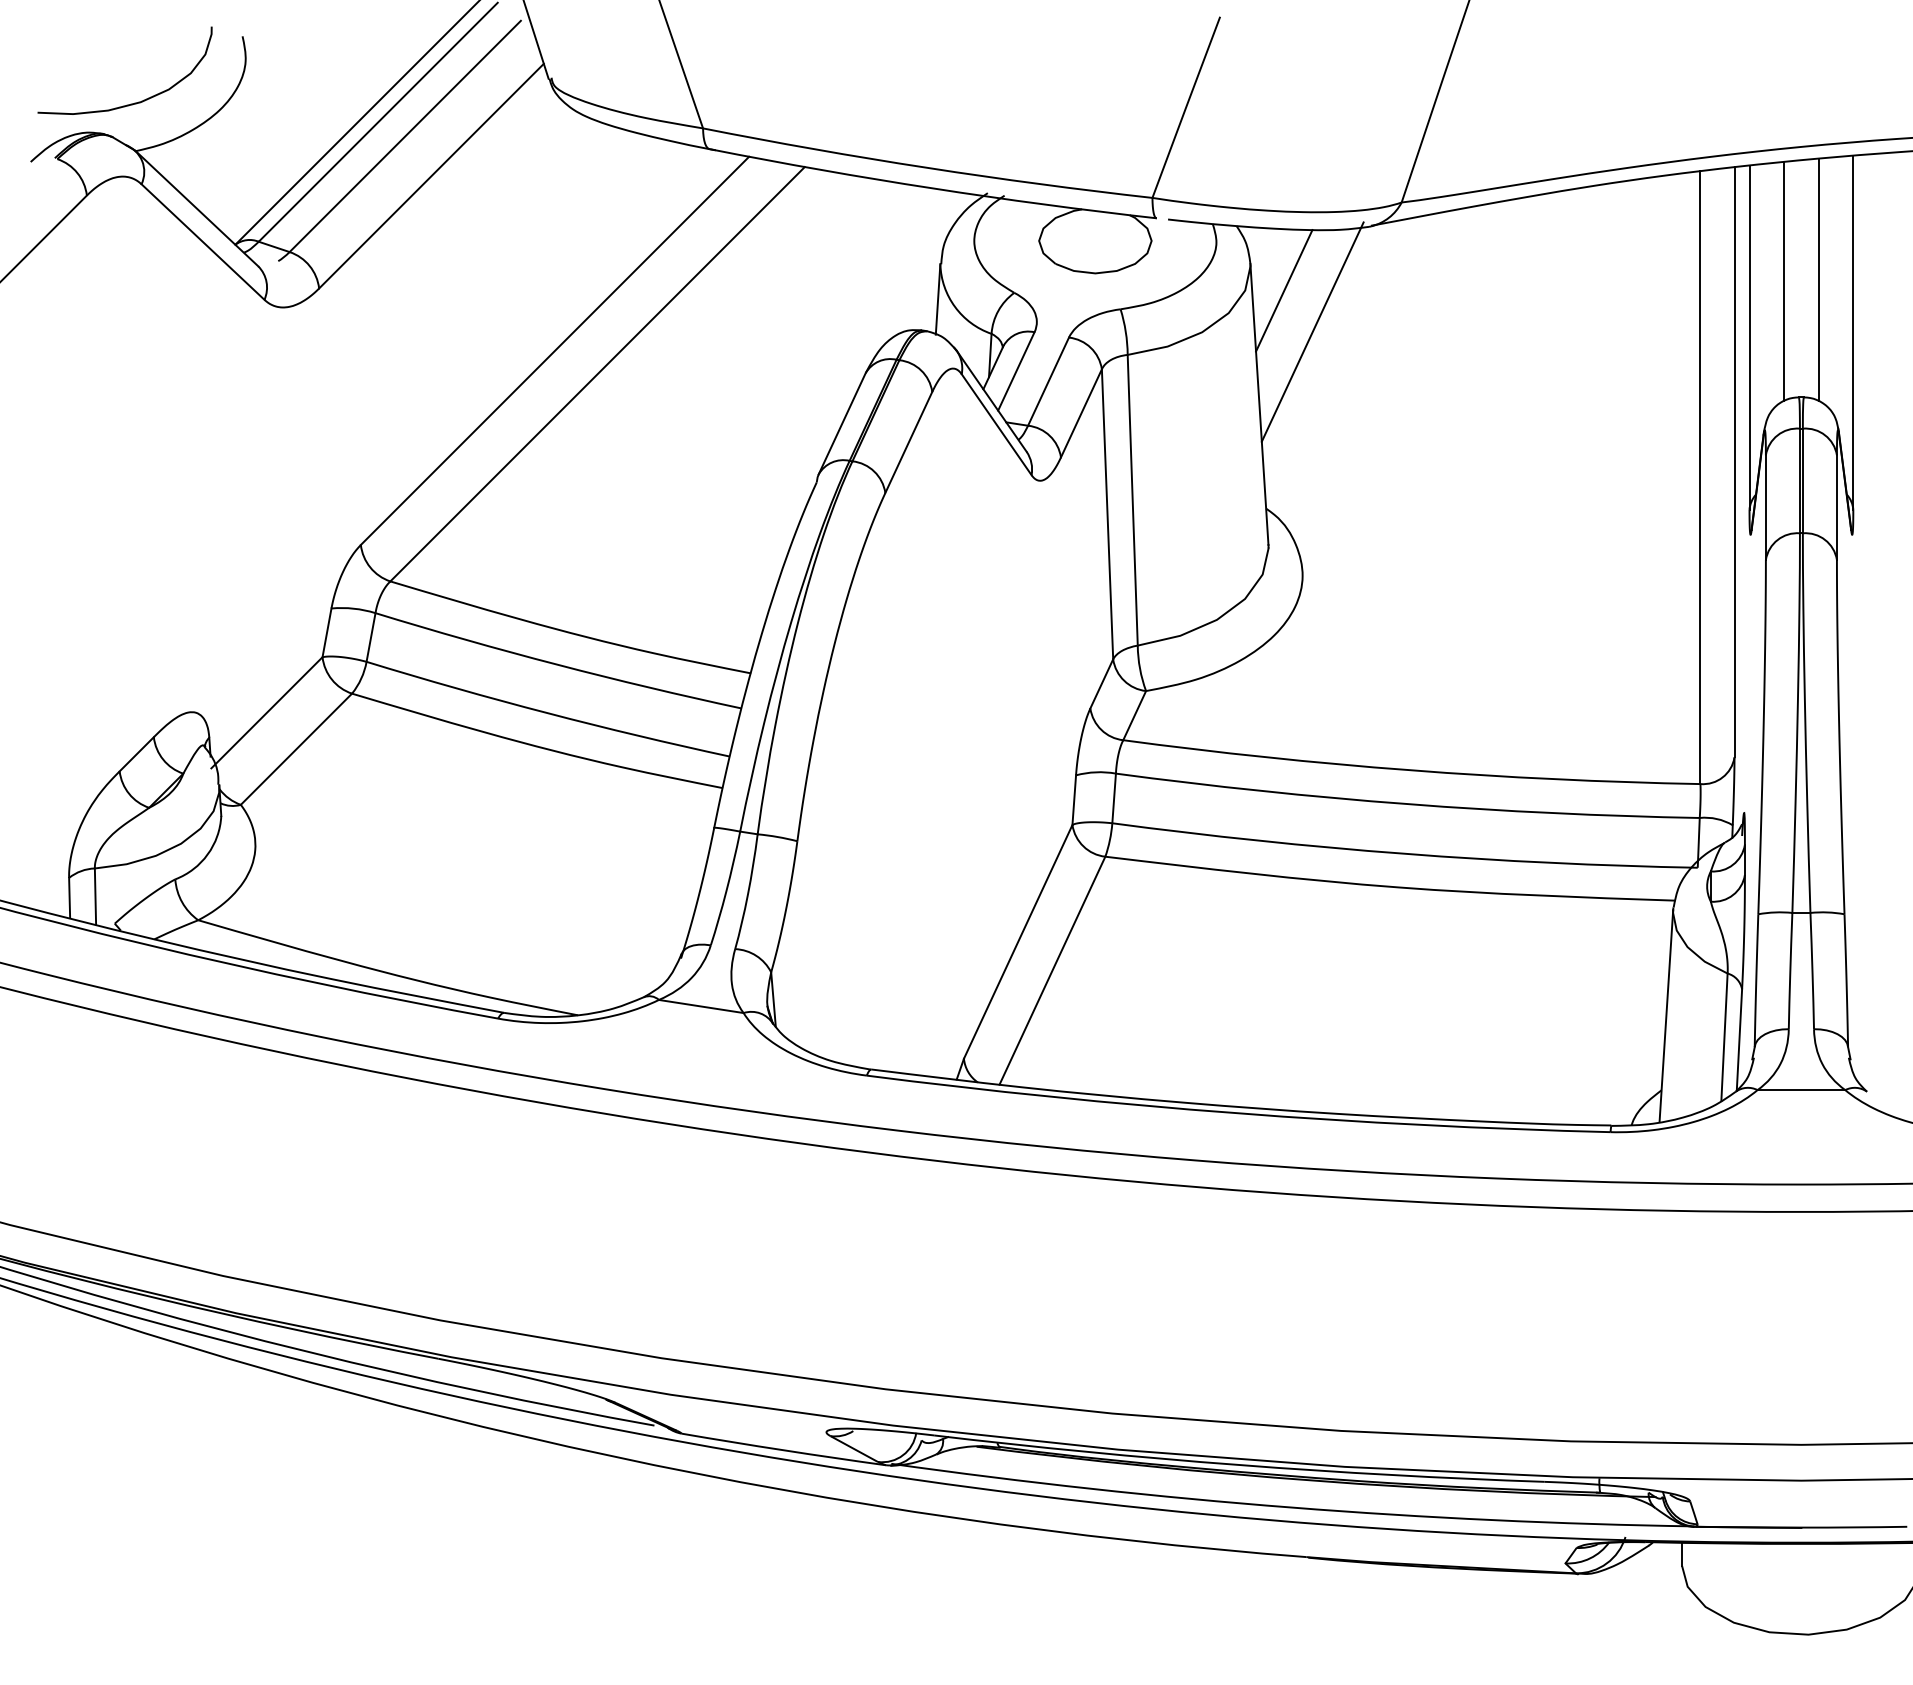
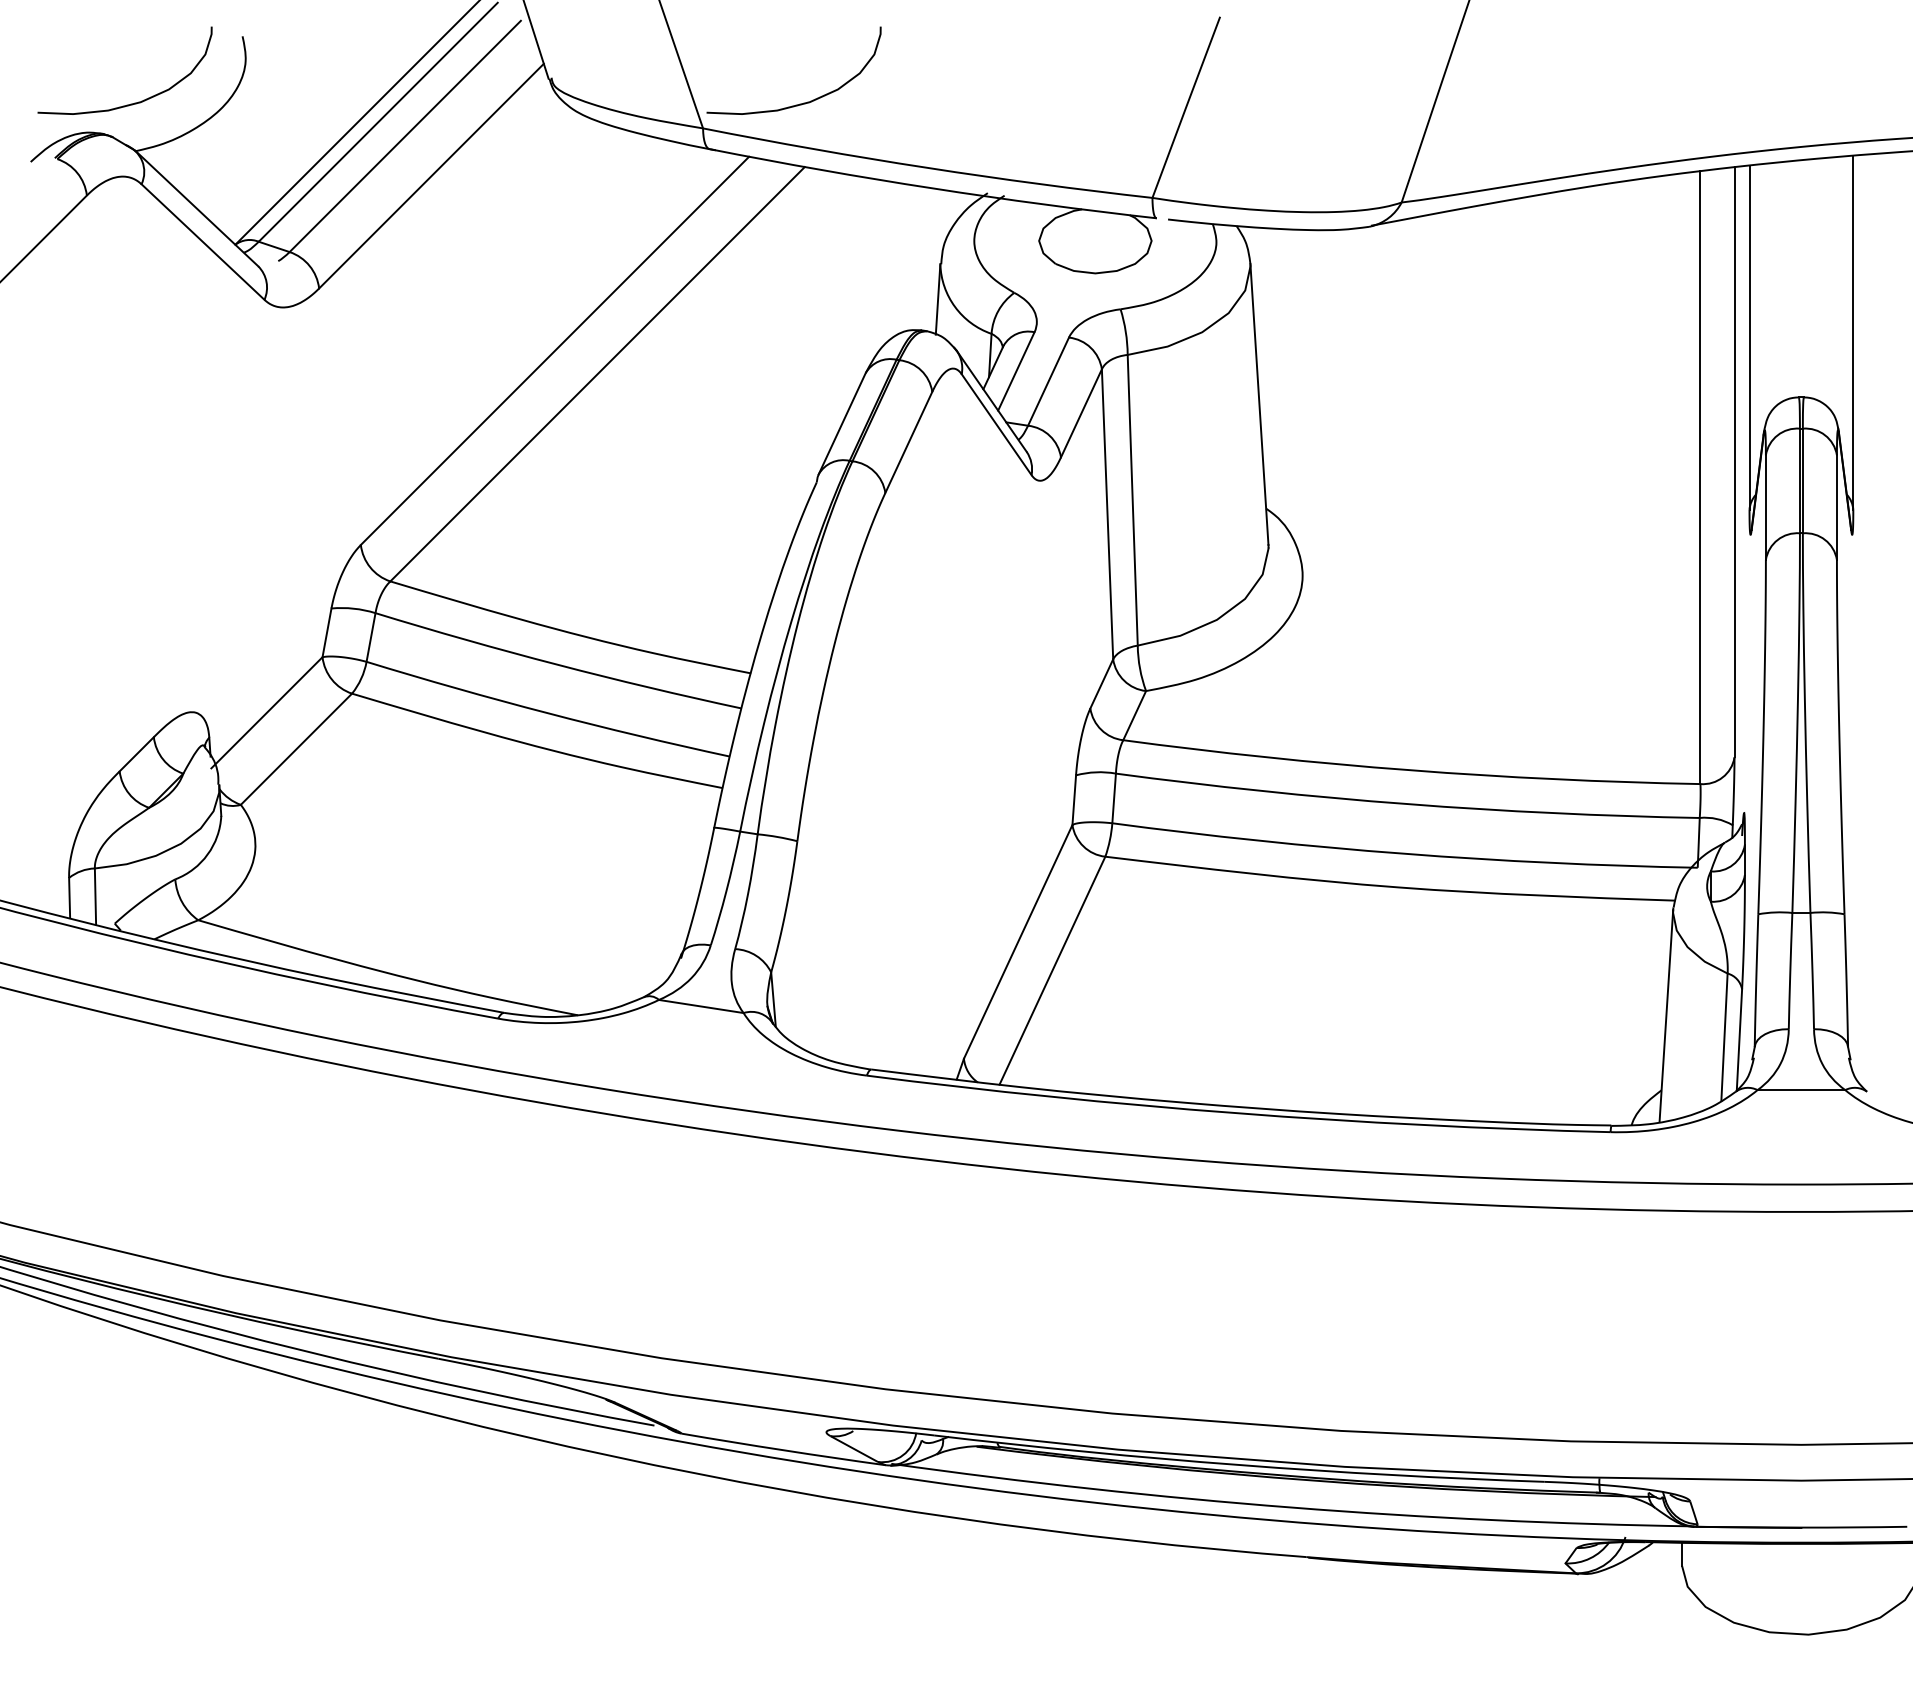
curve at (803, 102): none -> present
line at (1819, 279): present -> none
line at (1783, 281): present -> none
line at (1284, 290): present -> none
line at (1312, 331): present -> none
